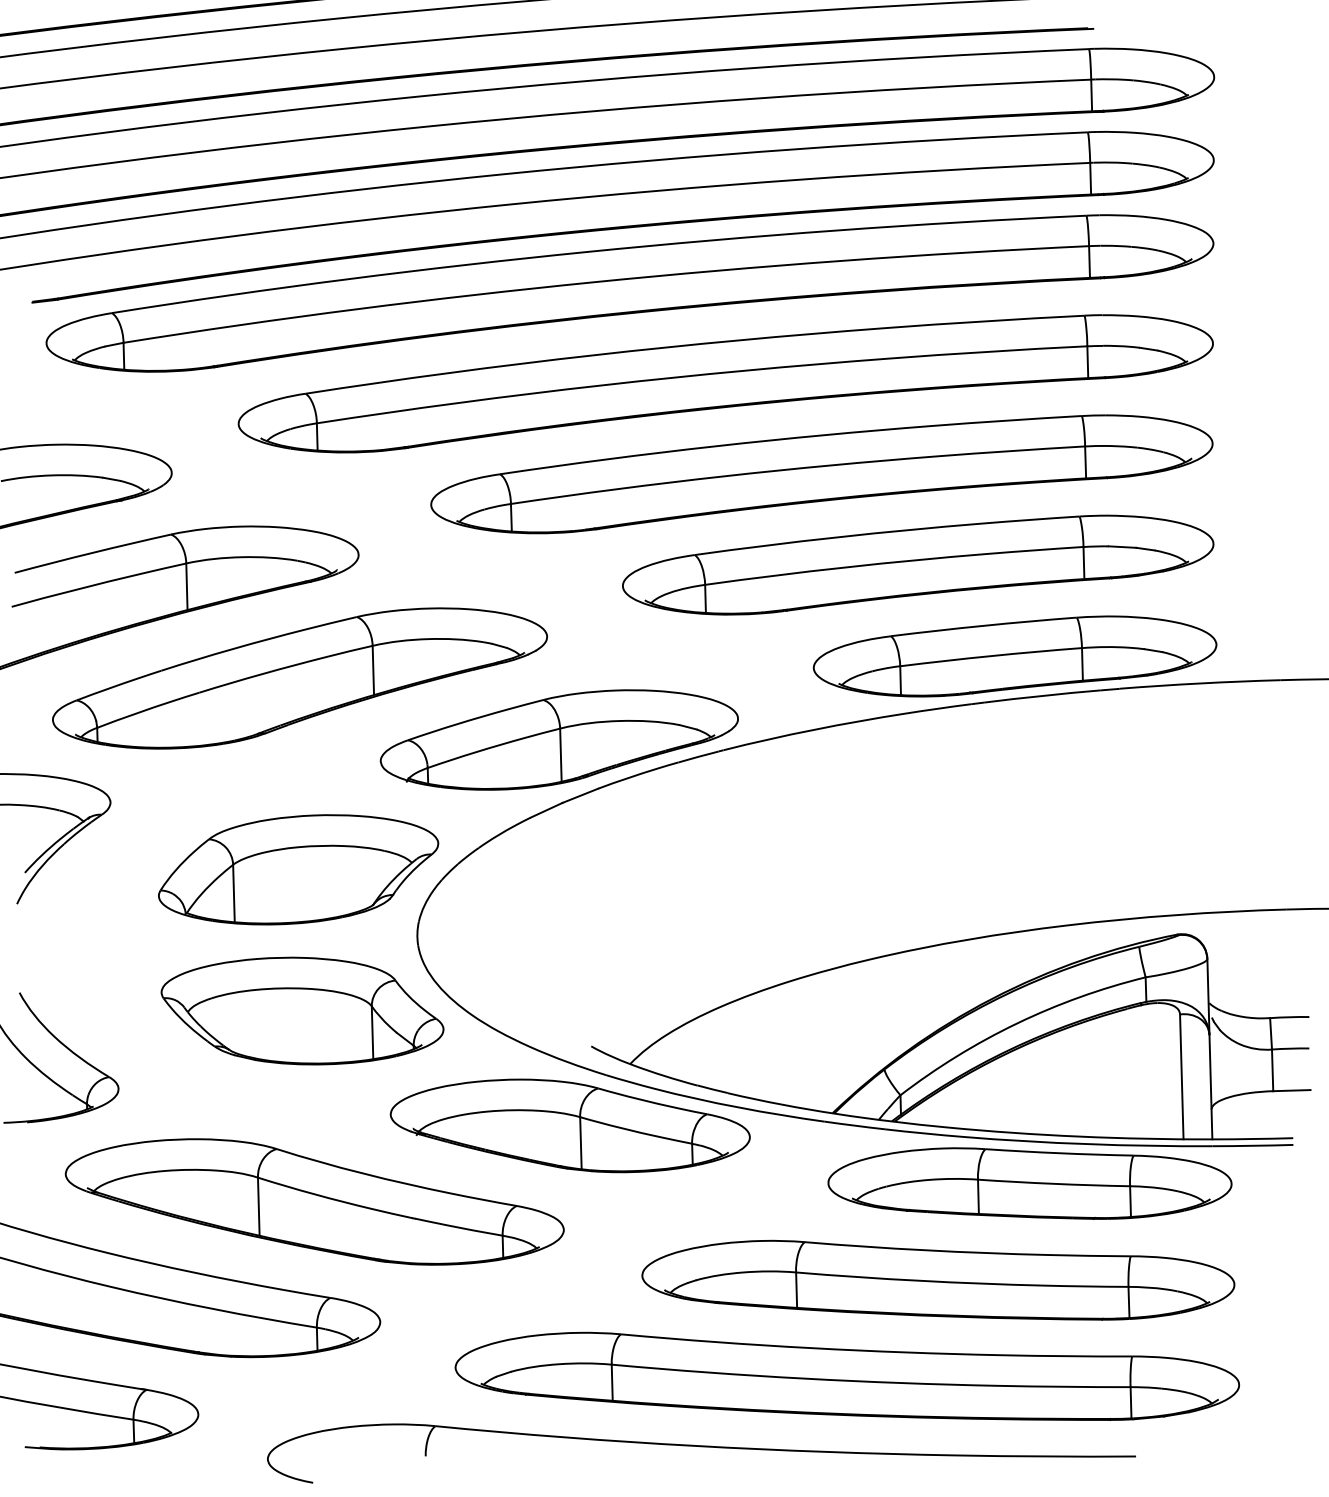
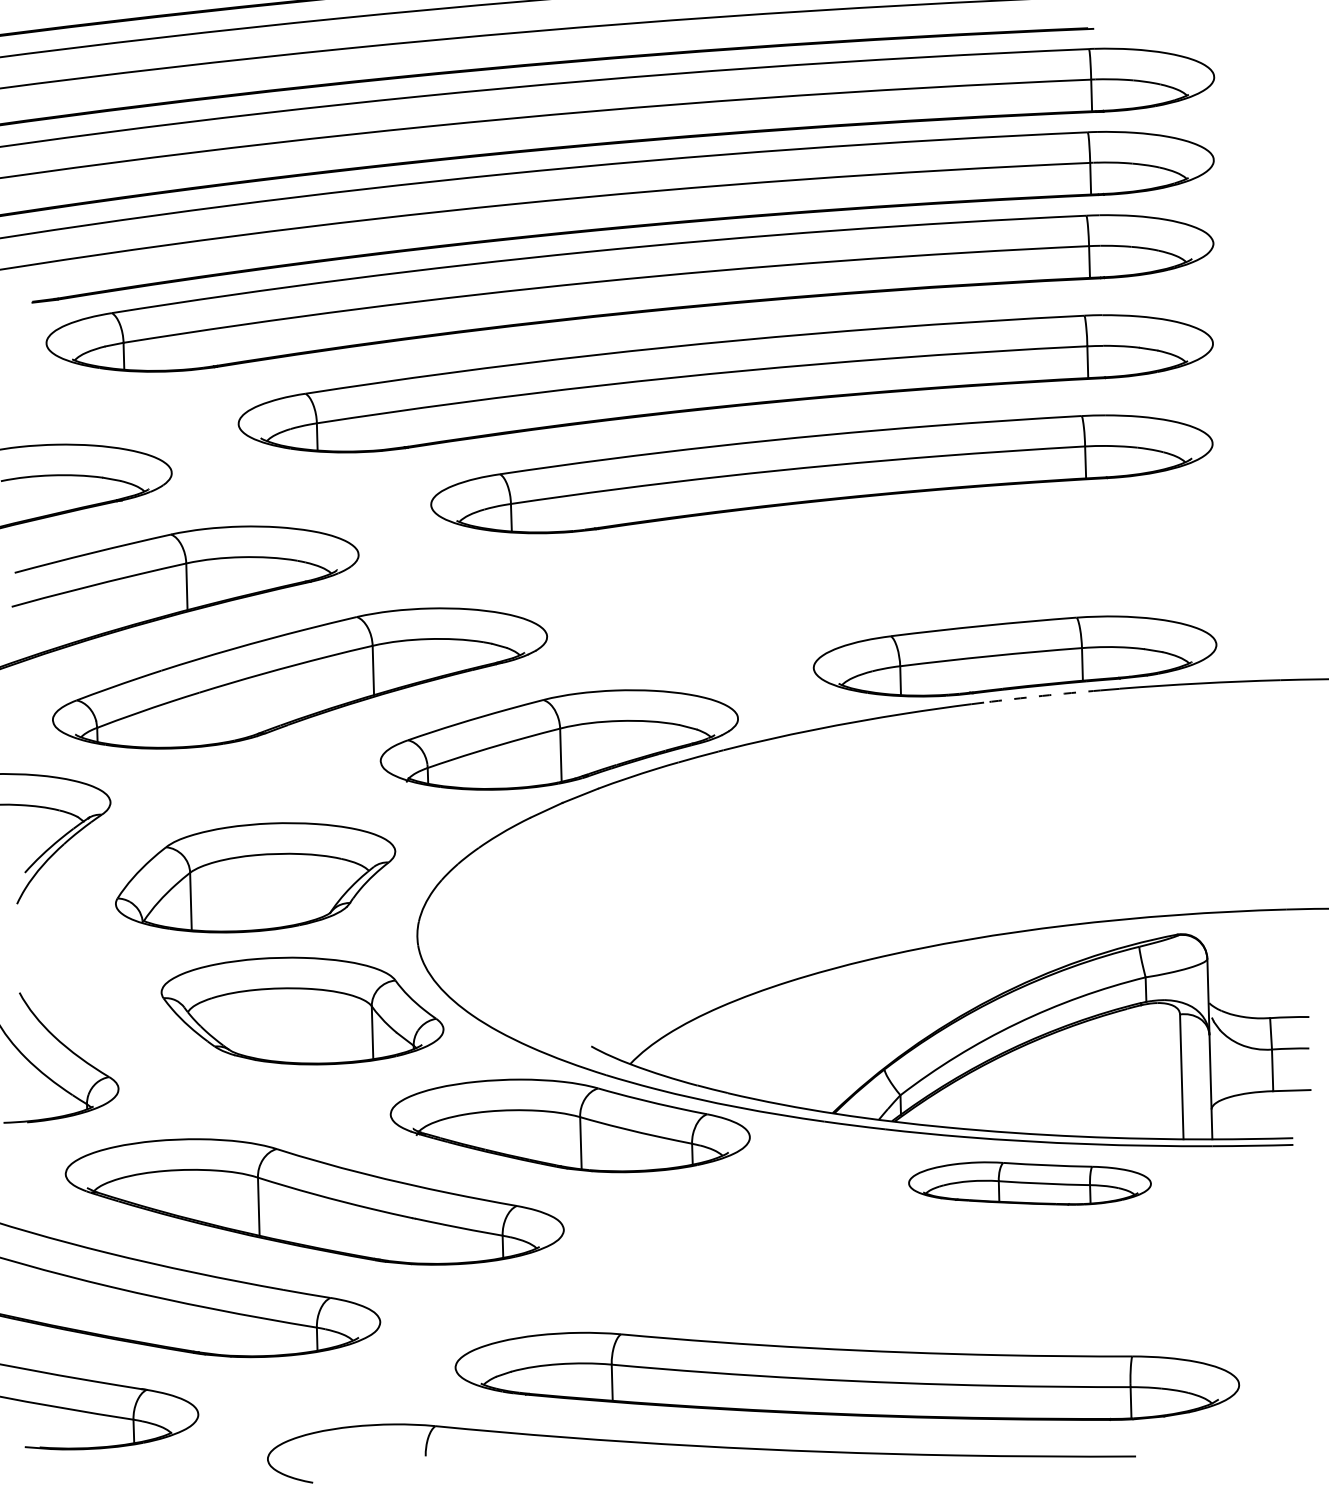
part at (918, 564): present -> none
arc at (1042, 695): solid -> dashed
part at (298, 869) position: (298, 869) -> (255, 877)
part at (1029, 1183) size: 406x73 px -> 244x45 px
part at (938, 1279): present -> none
